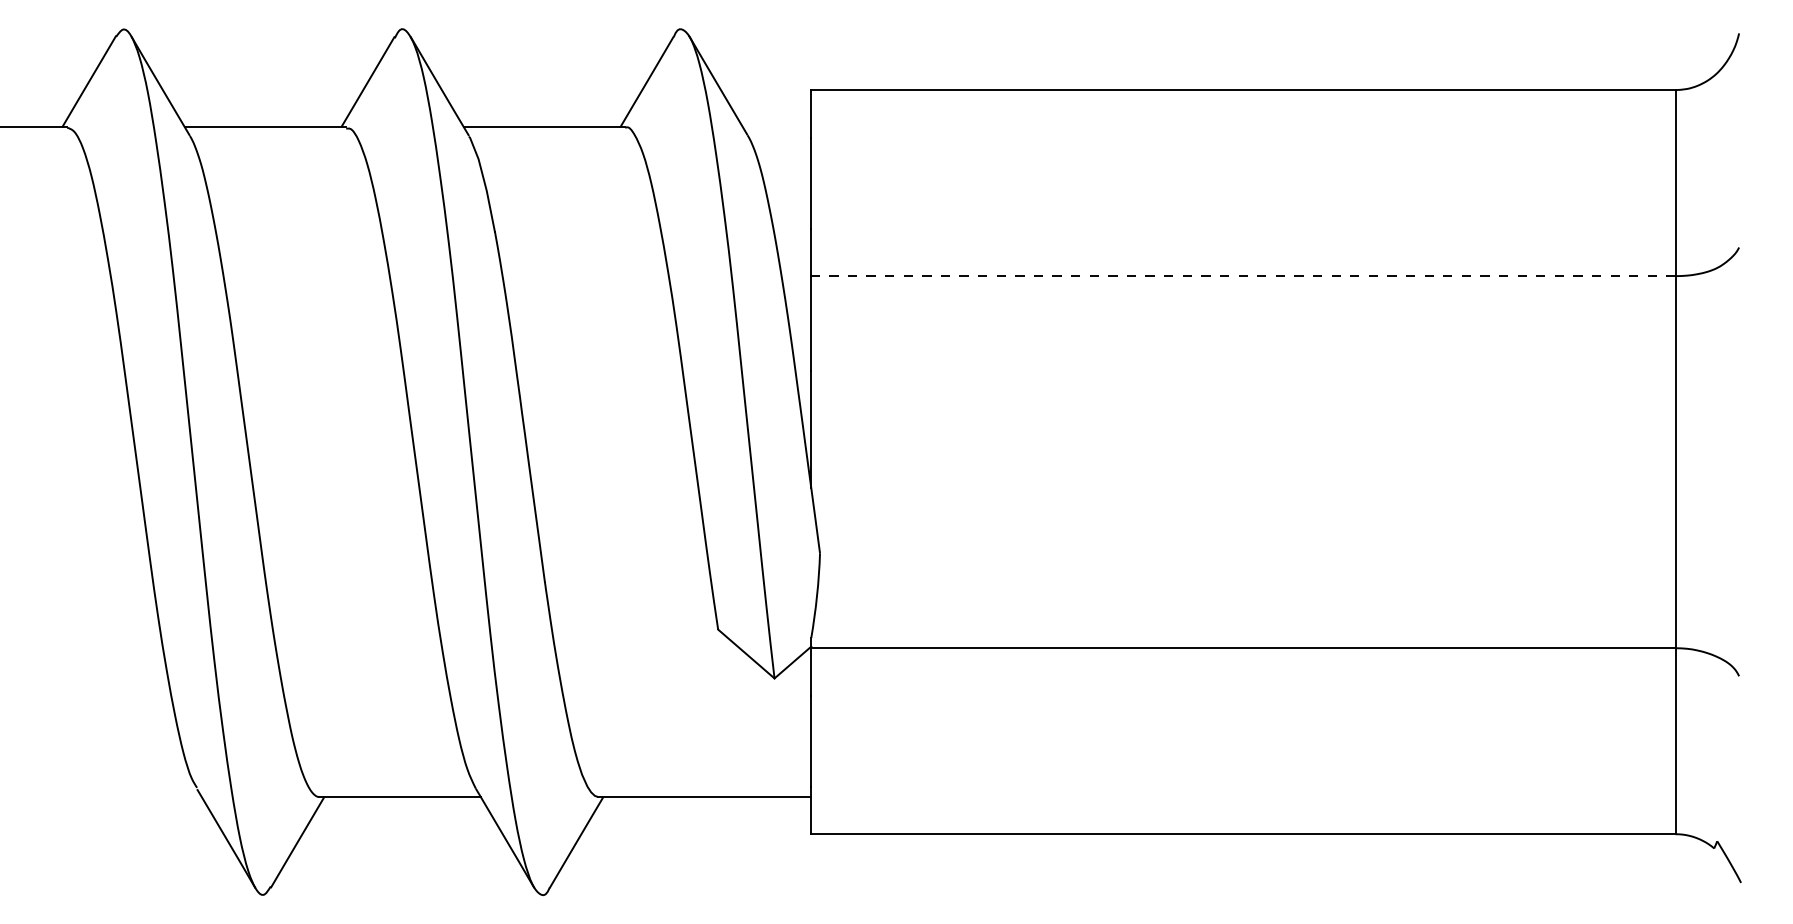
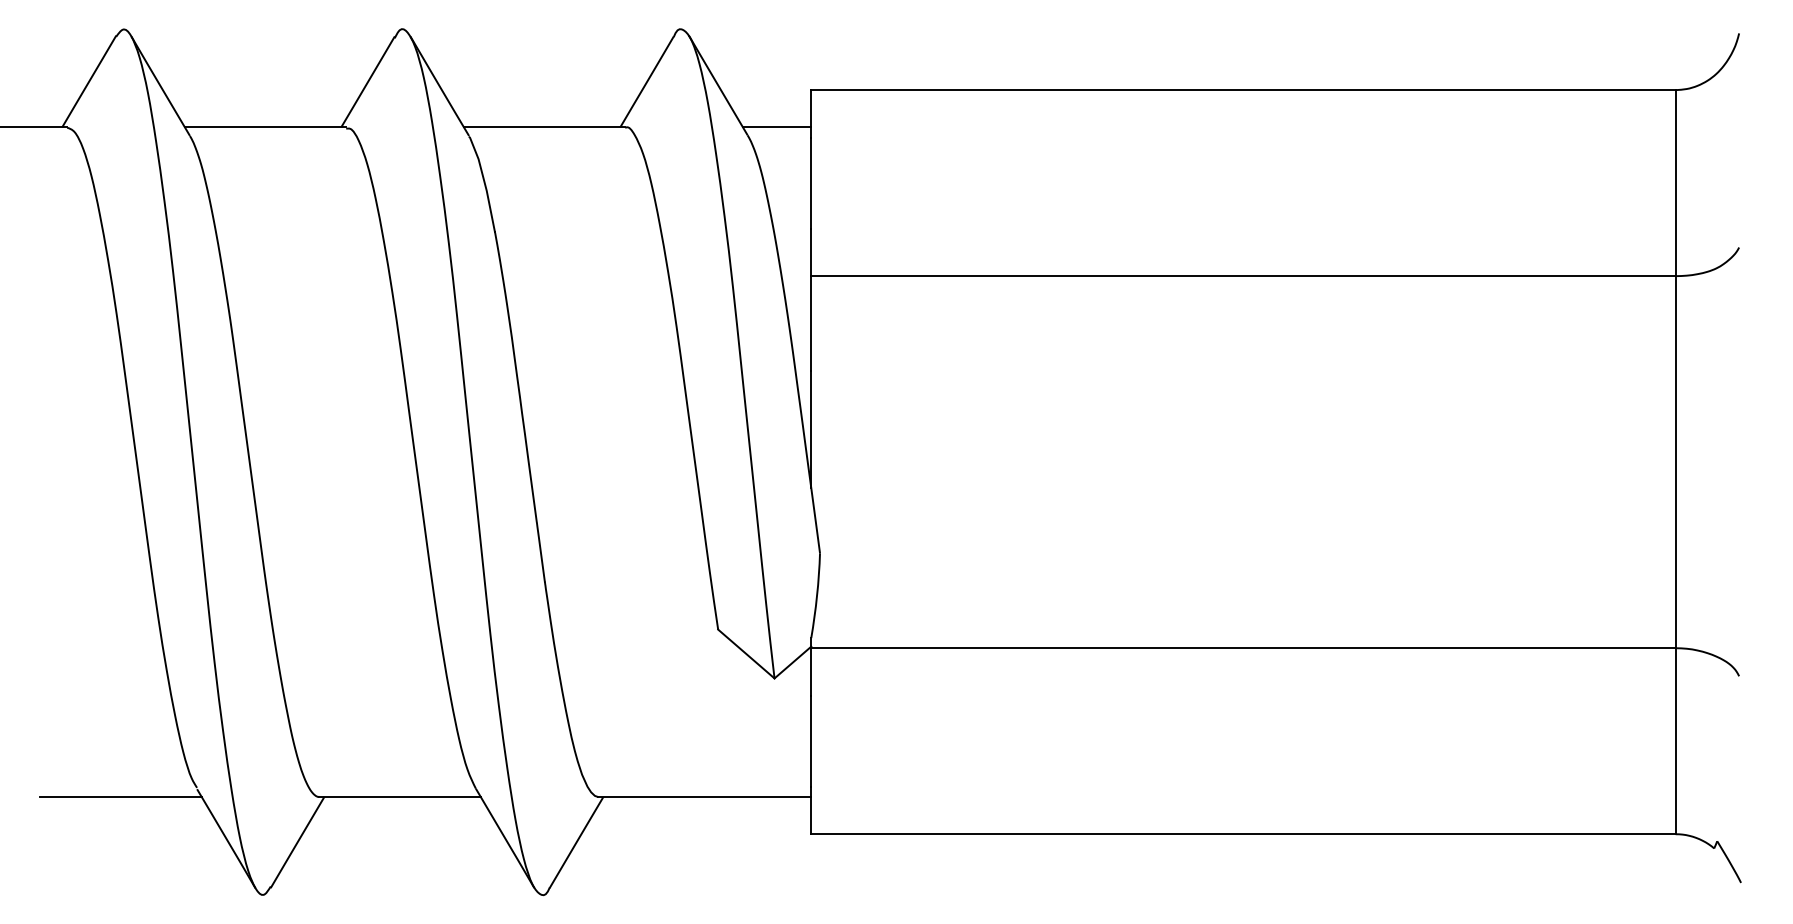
line at (776, 127): none -> present
line at (1242, 276): dashed -> solid
line at (120, 797): none -> present
